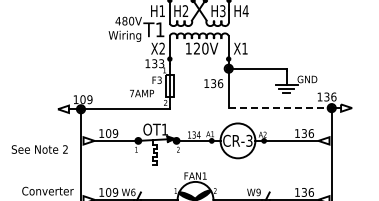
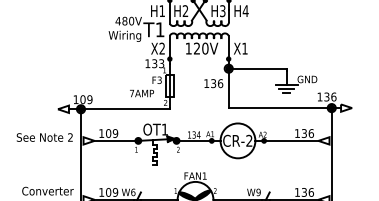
line at (280, 108): dashed -> solid
text at (249, 140): CR-3 -> CR-2
text at (39, 149) position: (39, 149) -> (44, 137)
